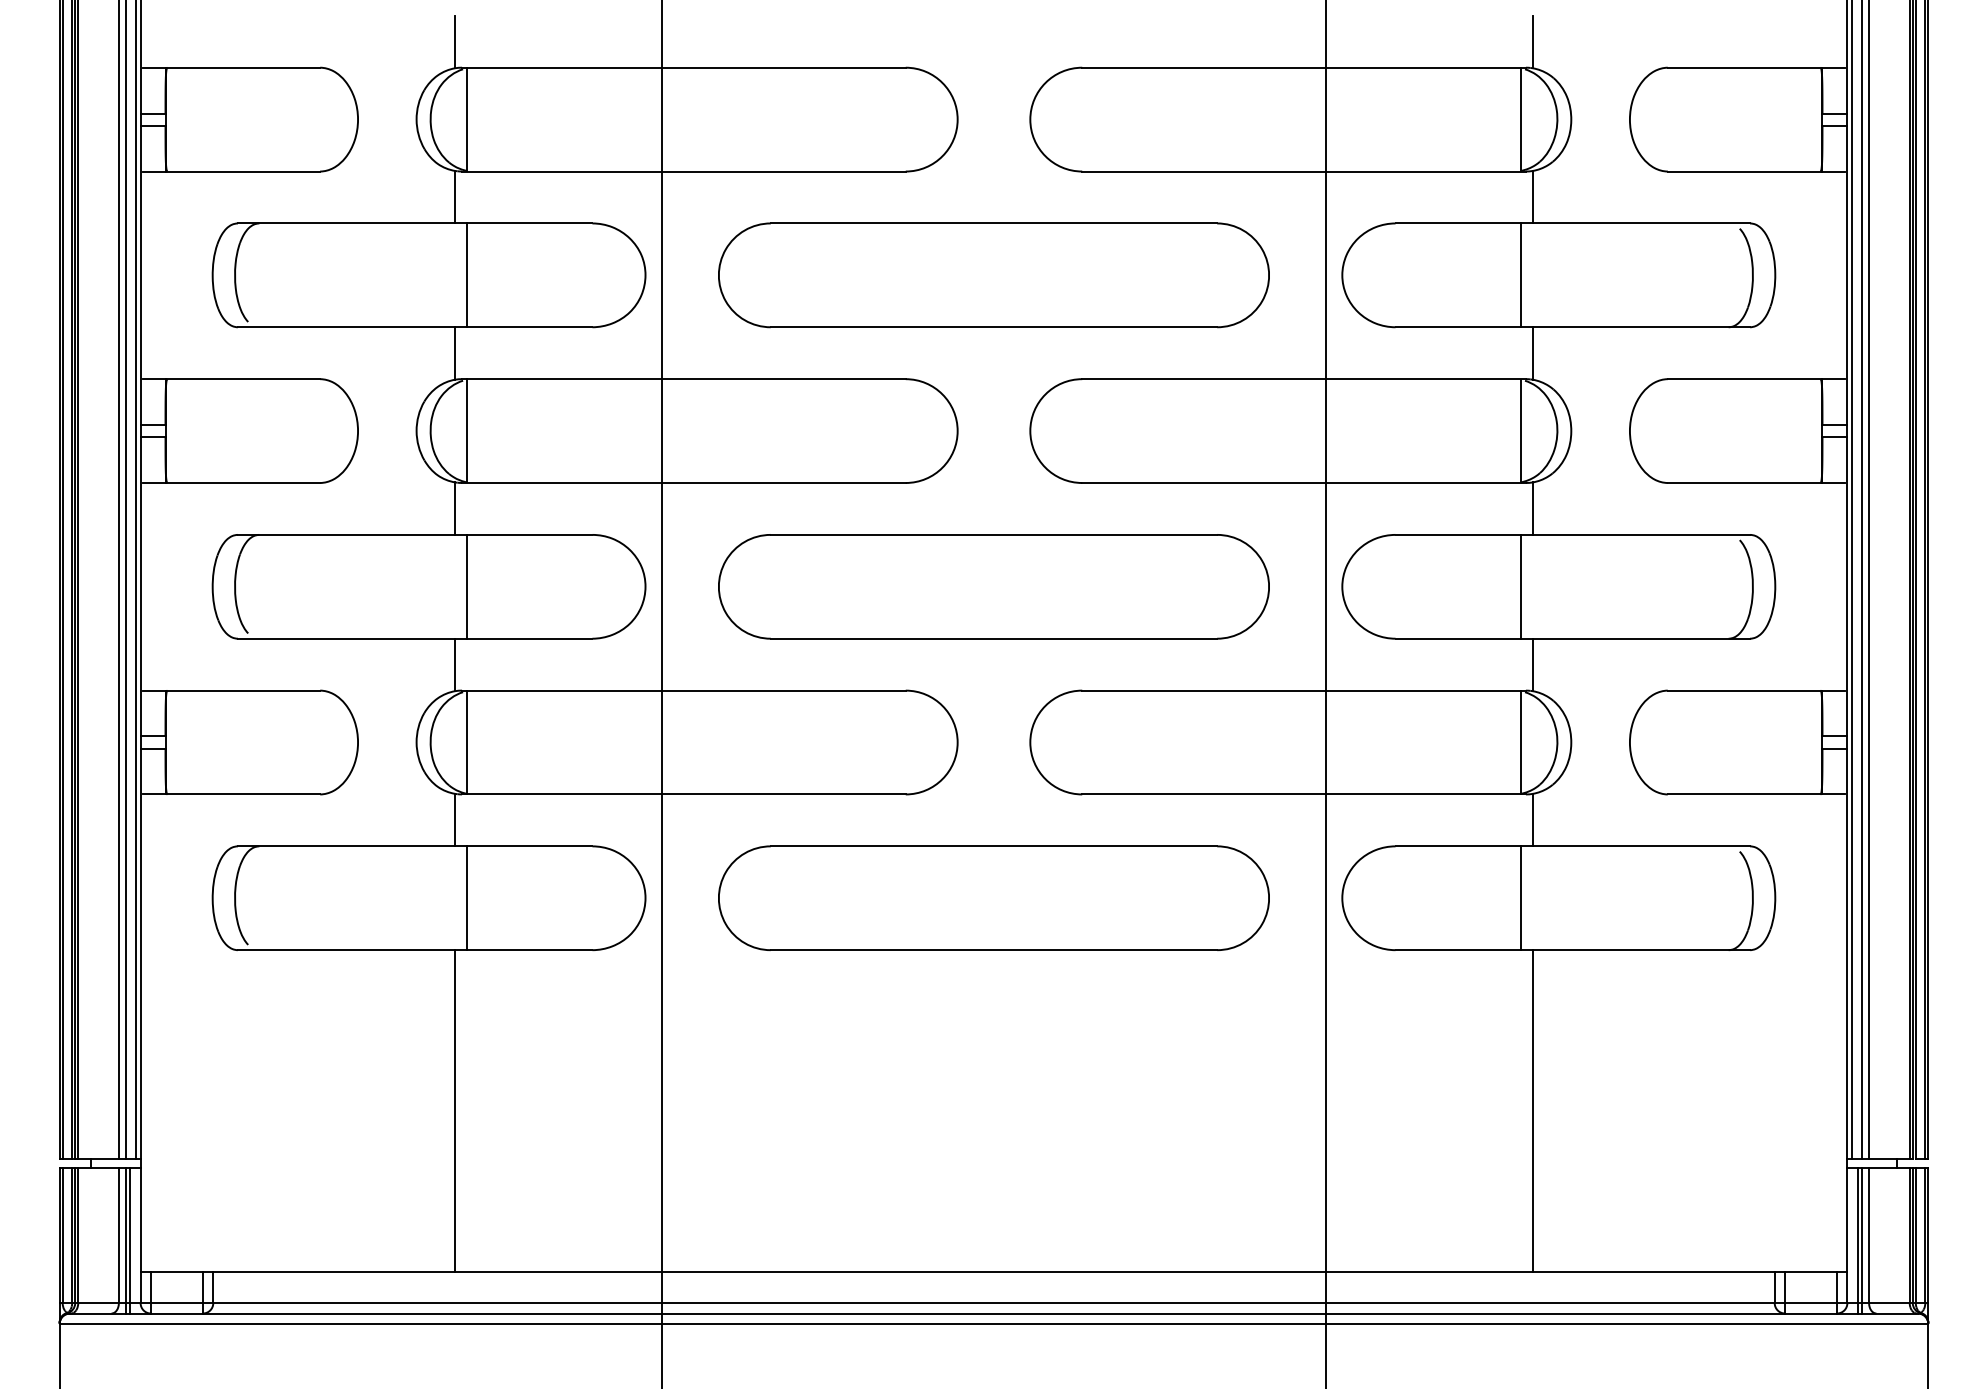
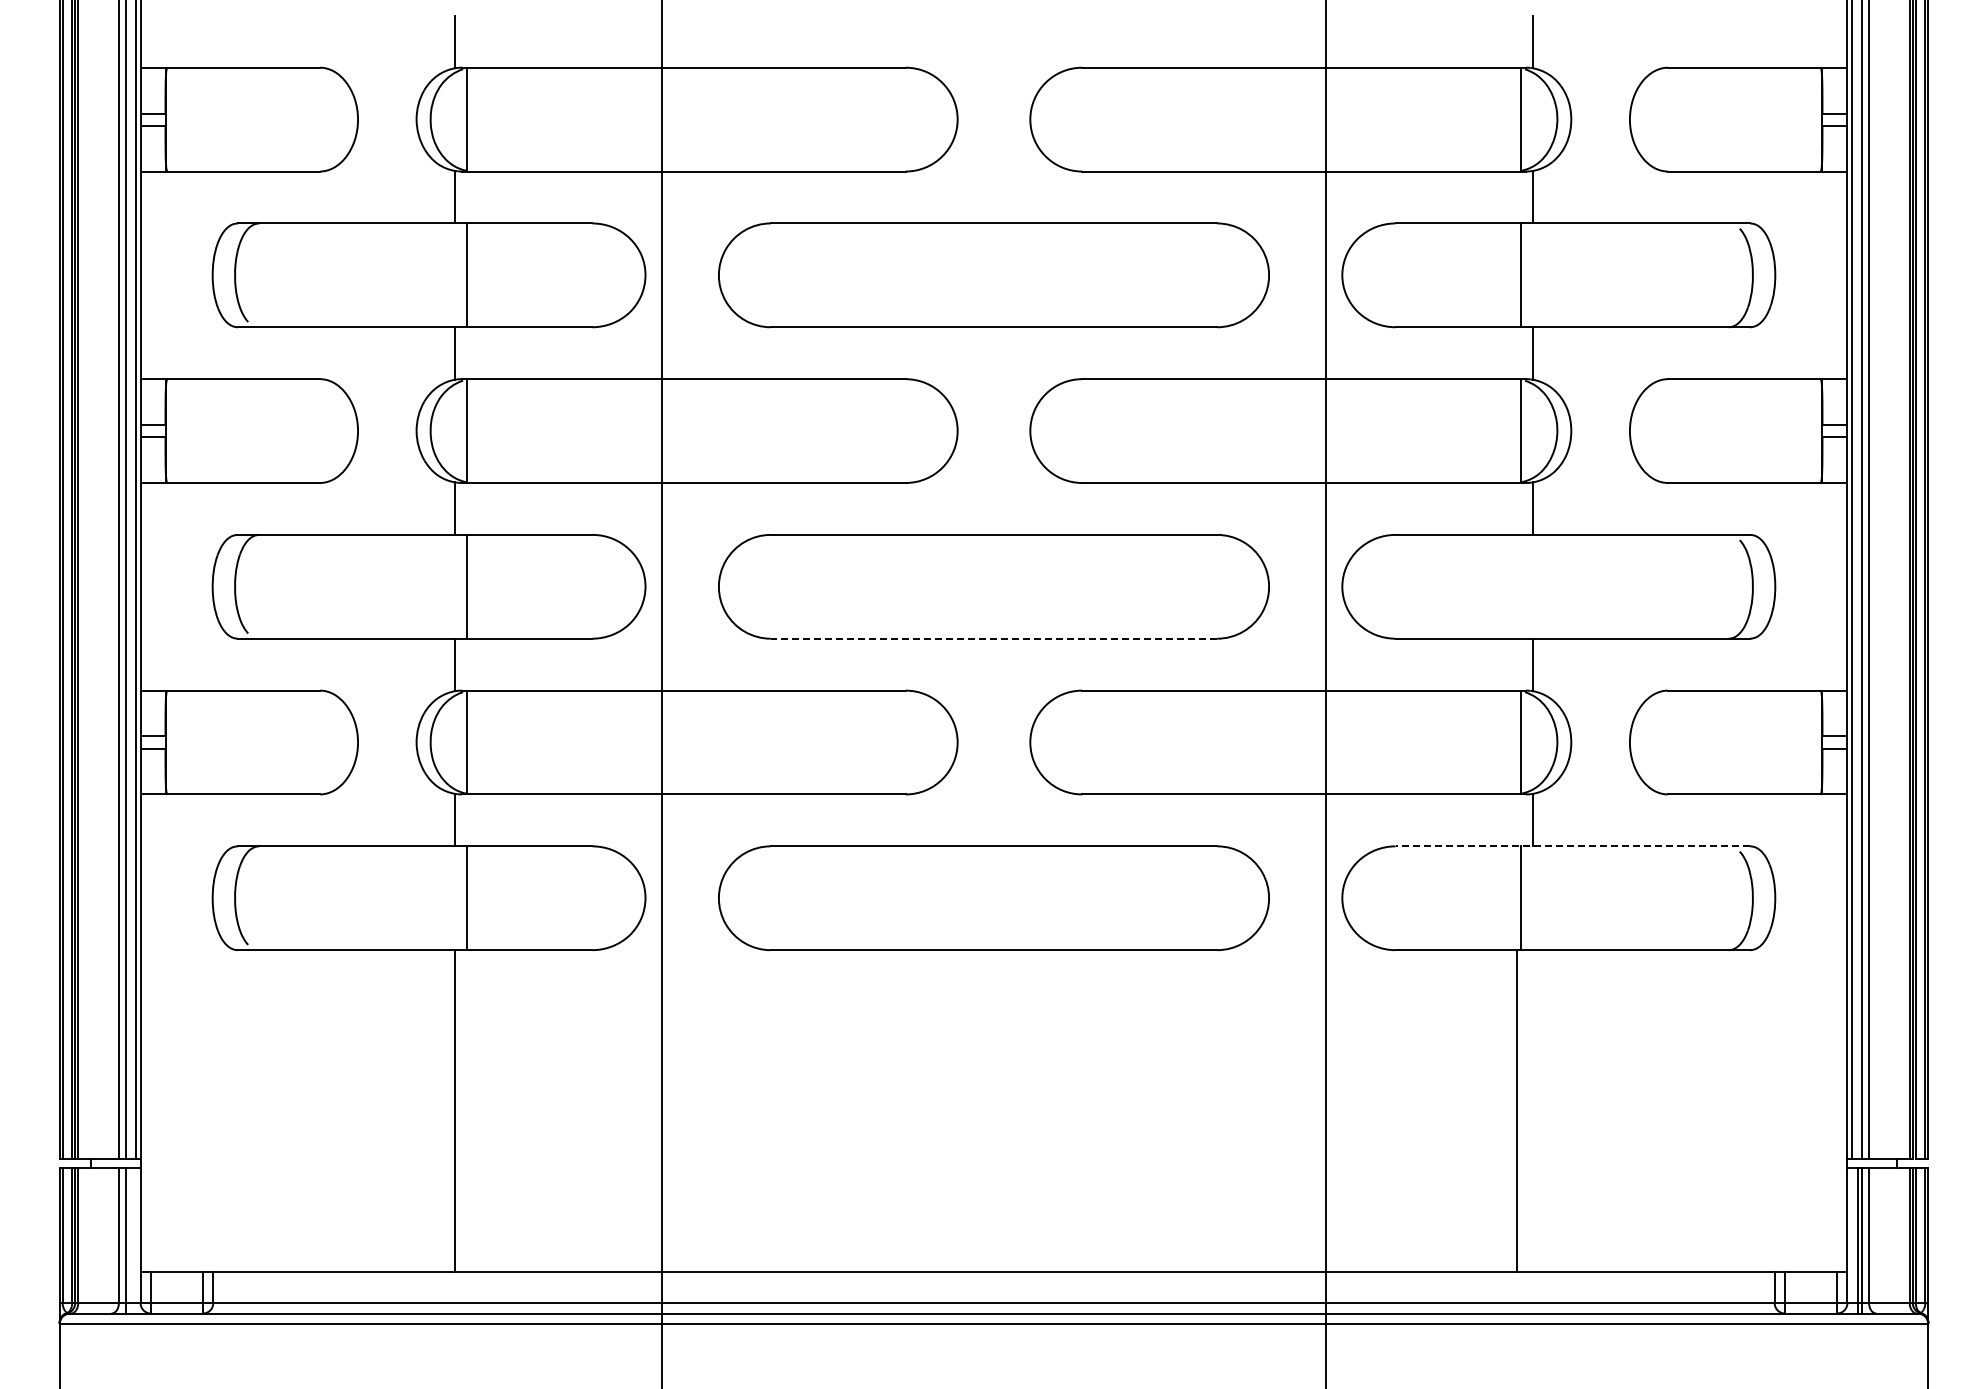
line at (1520, 586): present -> none
line at (993, 638): solid -> dashed
line at (1572, 846): solid -> dashed
line at (1532, 1111) position: (1532, 1111) -> (1516, 1111)
line at (130, 1240): present -> none
